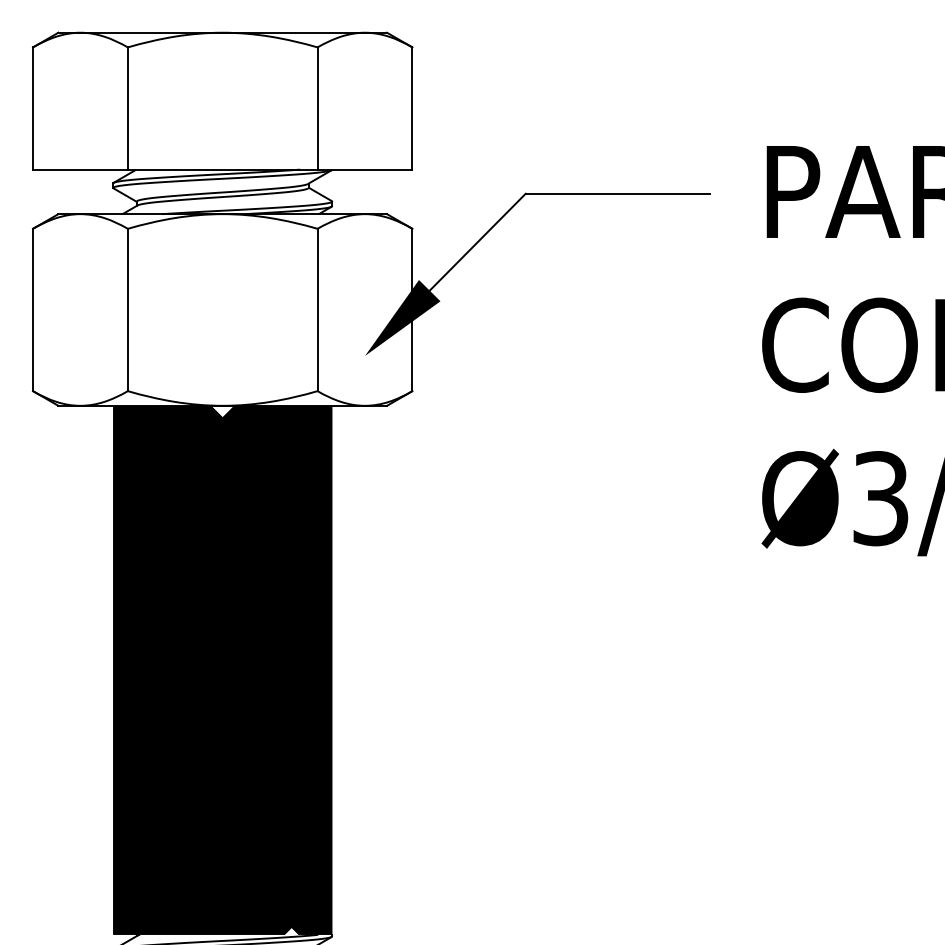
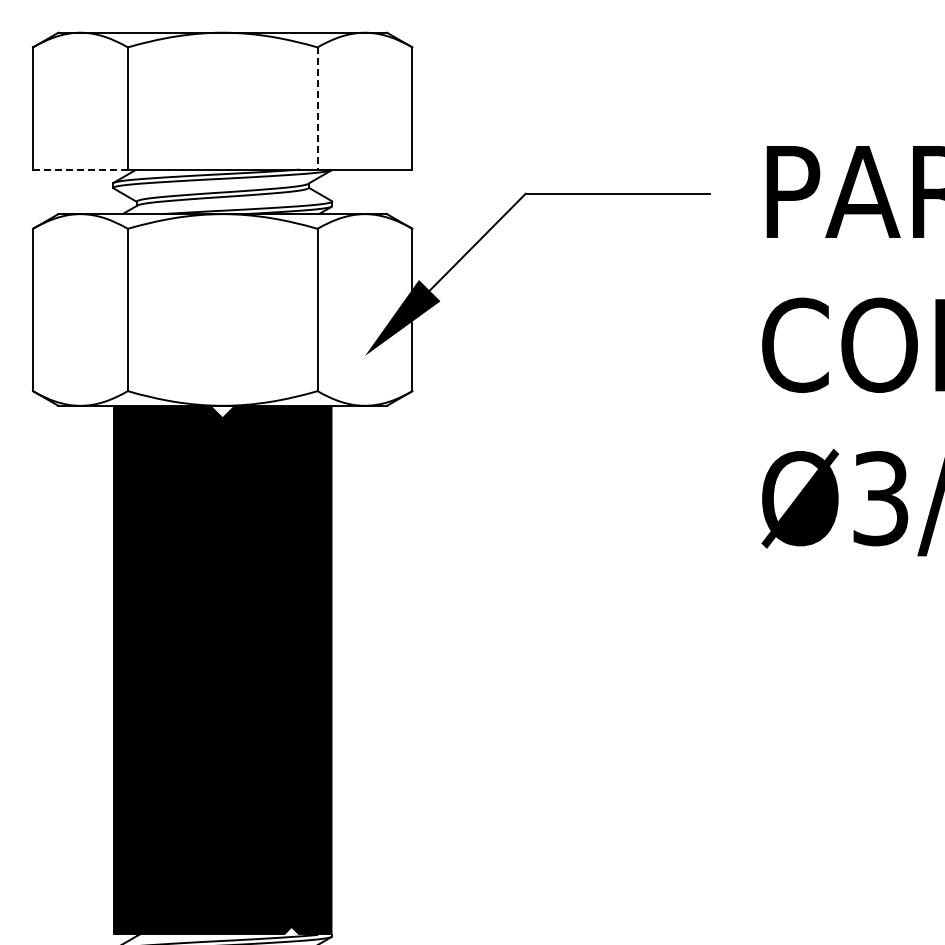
line at (317, 109): solid -> dashed
line at (80, 169): solid -> dashed
